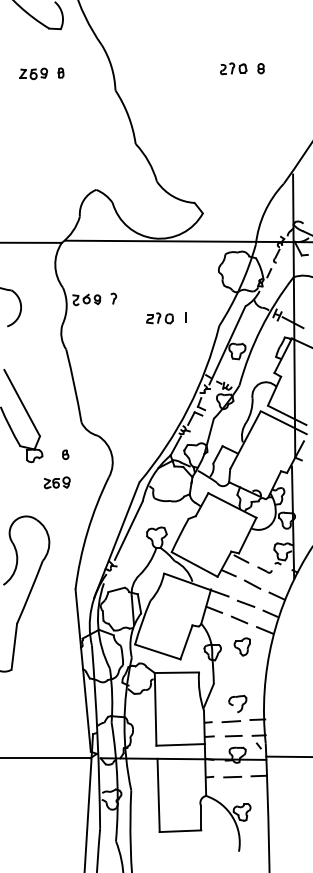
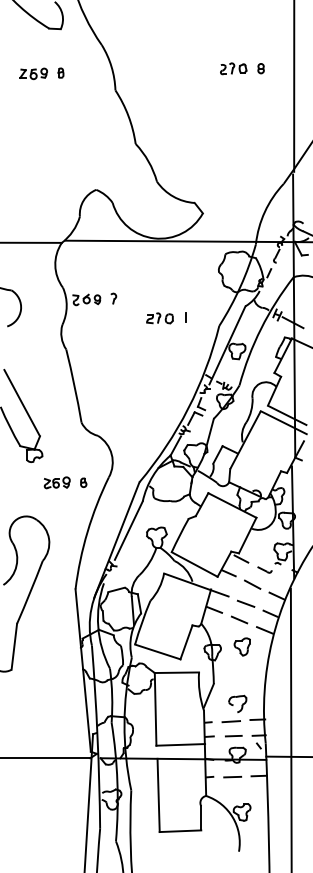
line at (294, 86): none -> present
part at (65, 454) position: (65, 454) -> (83, 482)
line at (290, 728): none -> present
